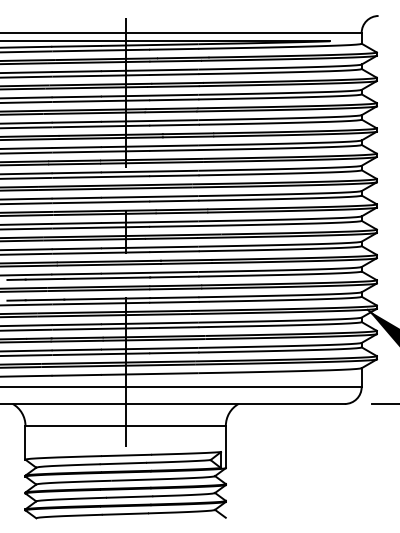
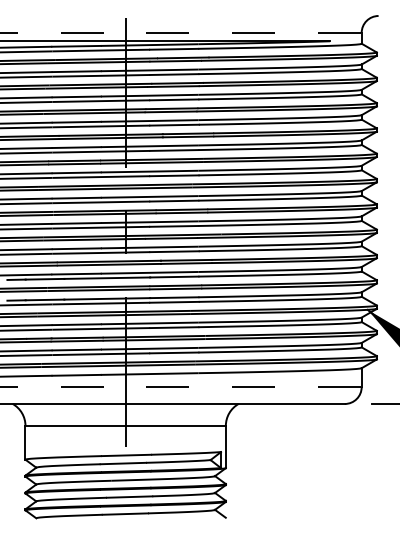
line at (180, 32): solid -> dashed
line at (180, 387): solid -> dashed
